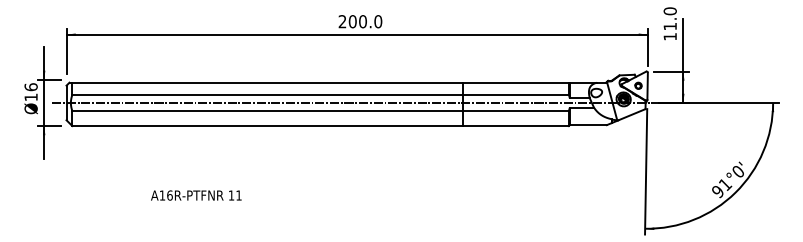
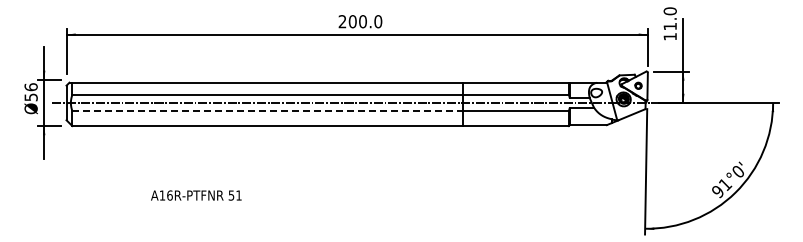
text at (30, 97): Ø16 -> Ø56
line at (268, 110): solid -> dashed
text at (231, 195): 11 -> 51
